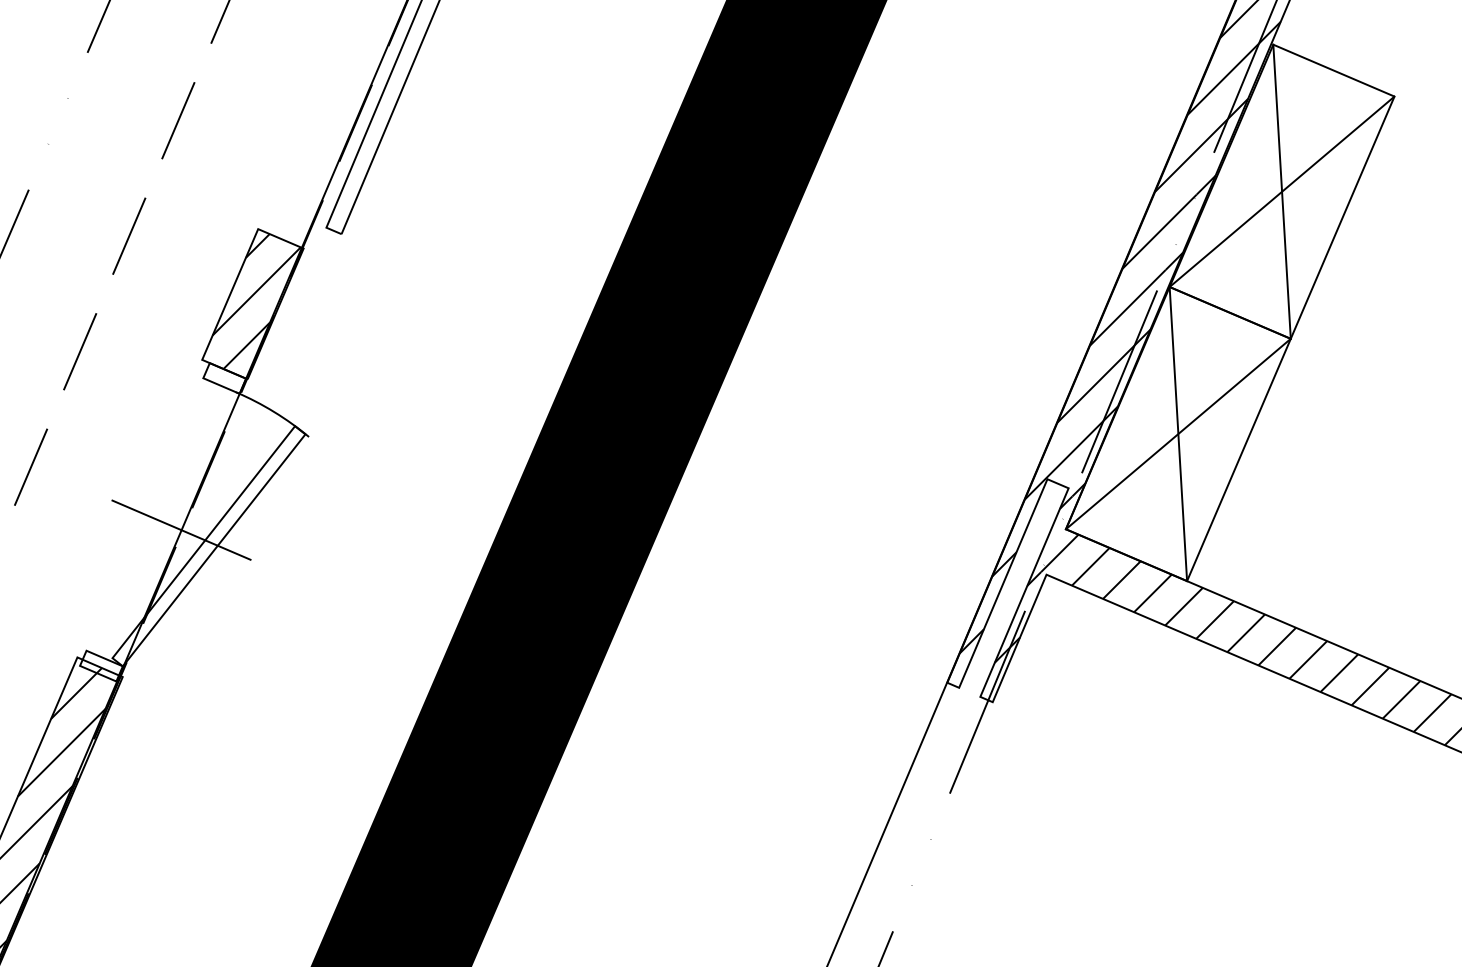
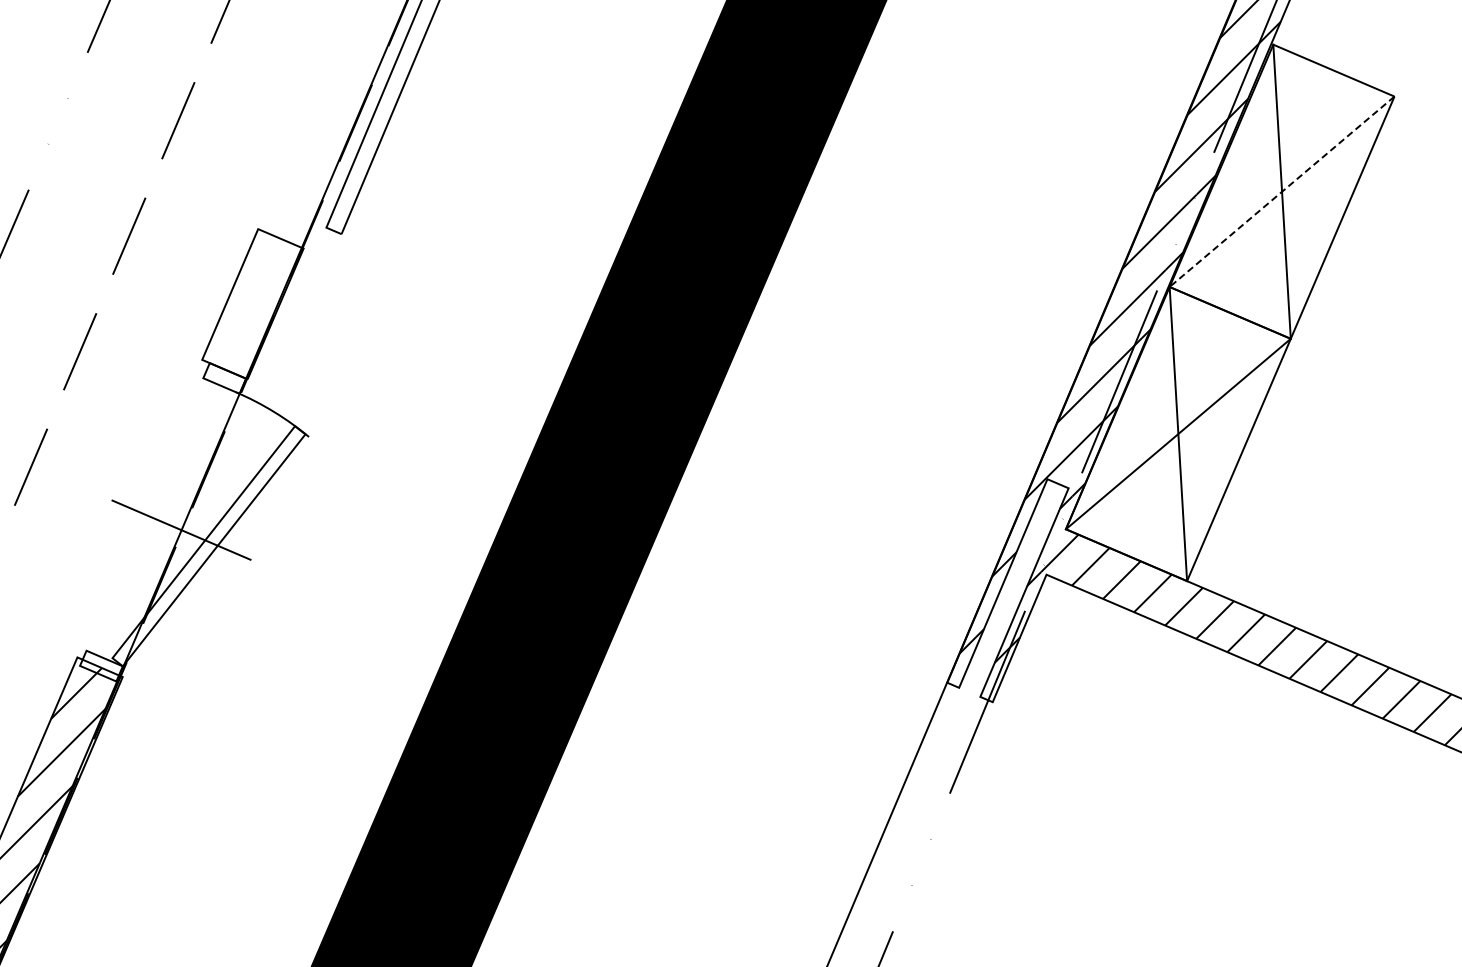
line at (1281, 192): solid -> dashed
hatch at (256, 301): present -> none
